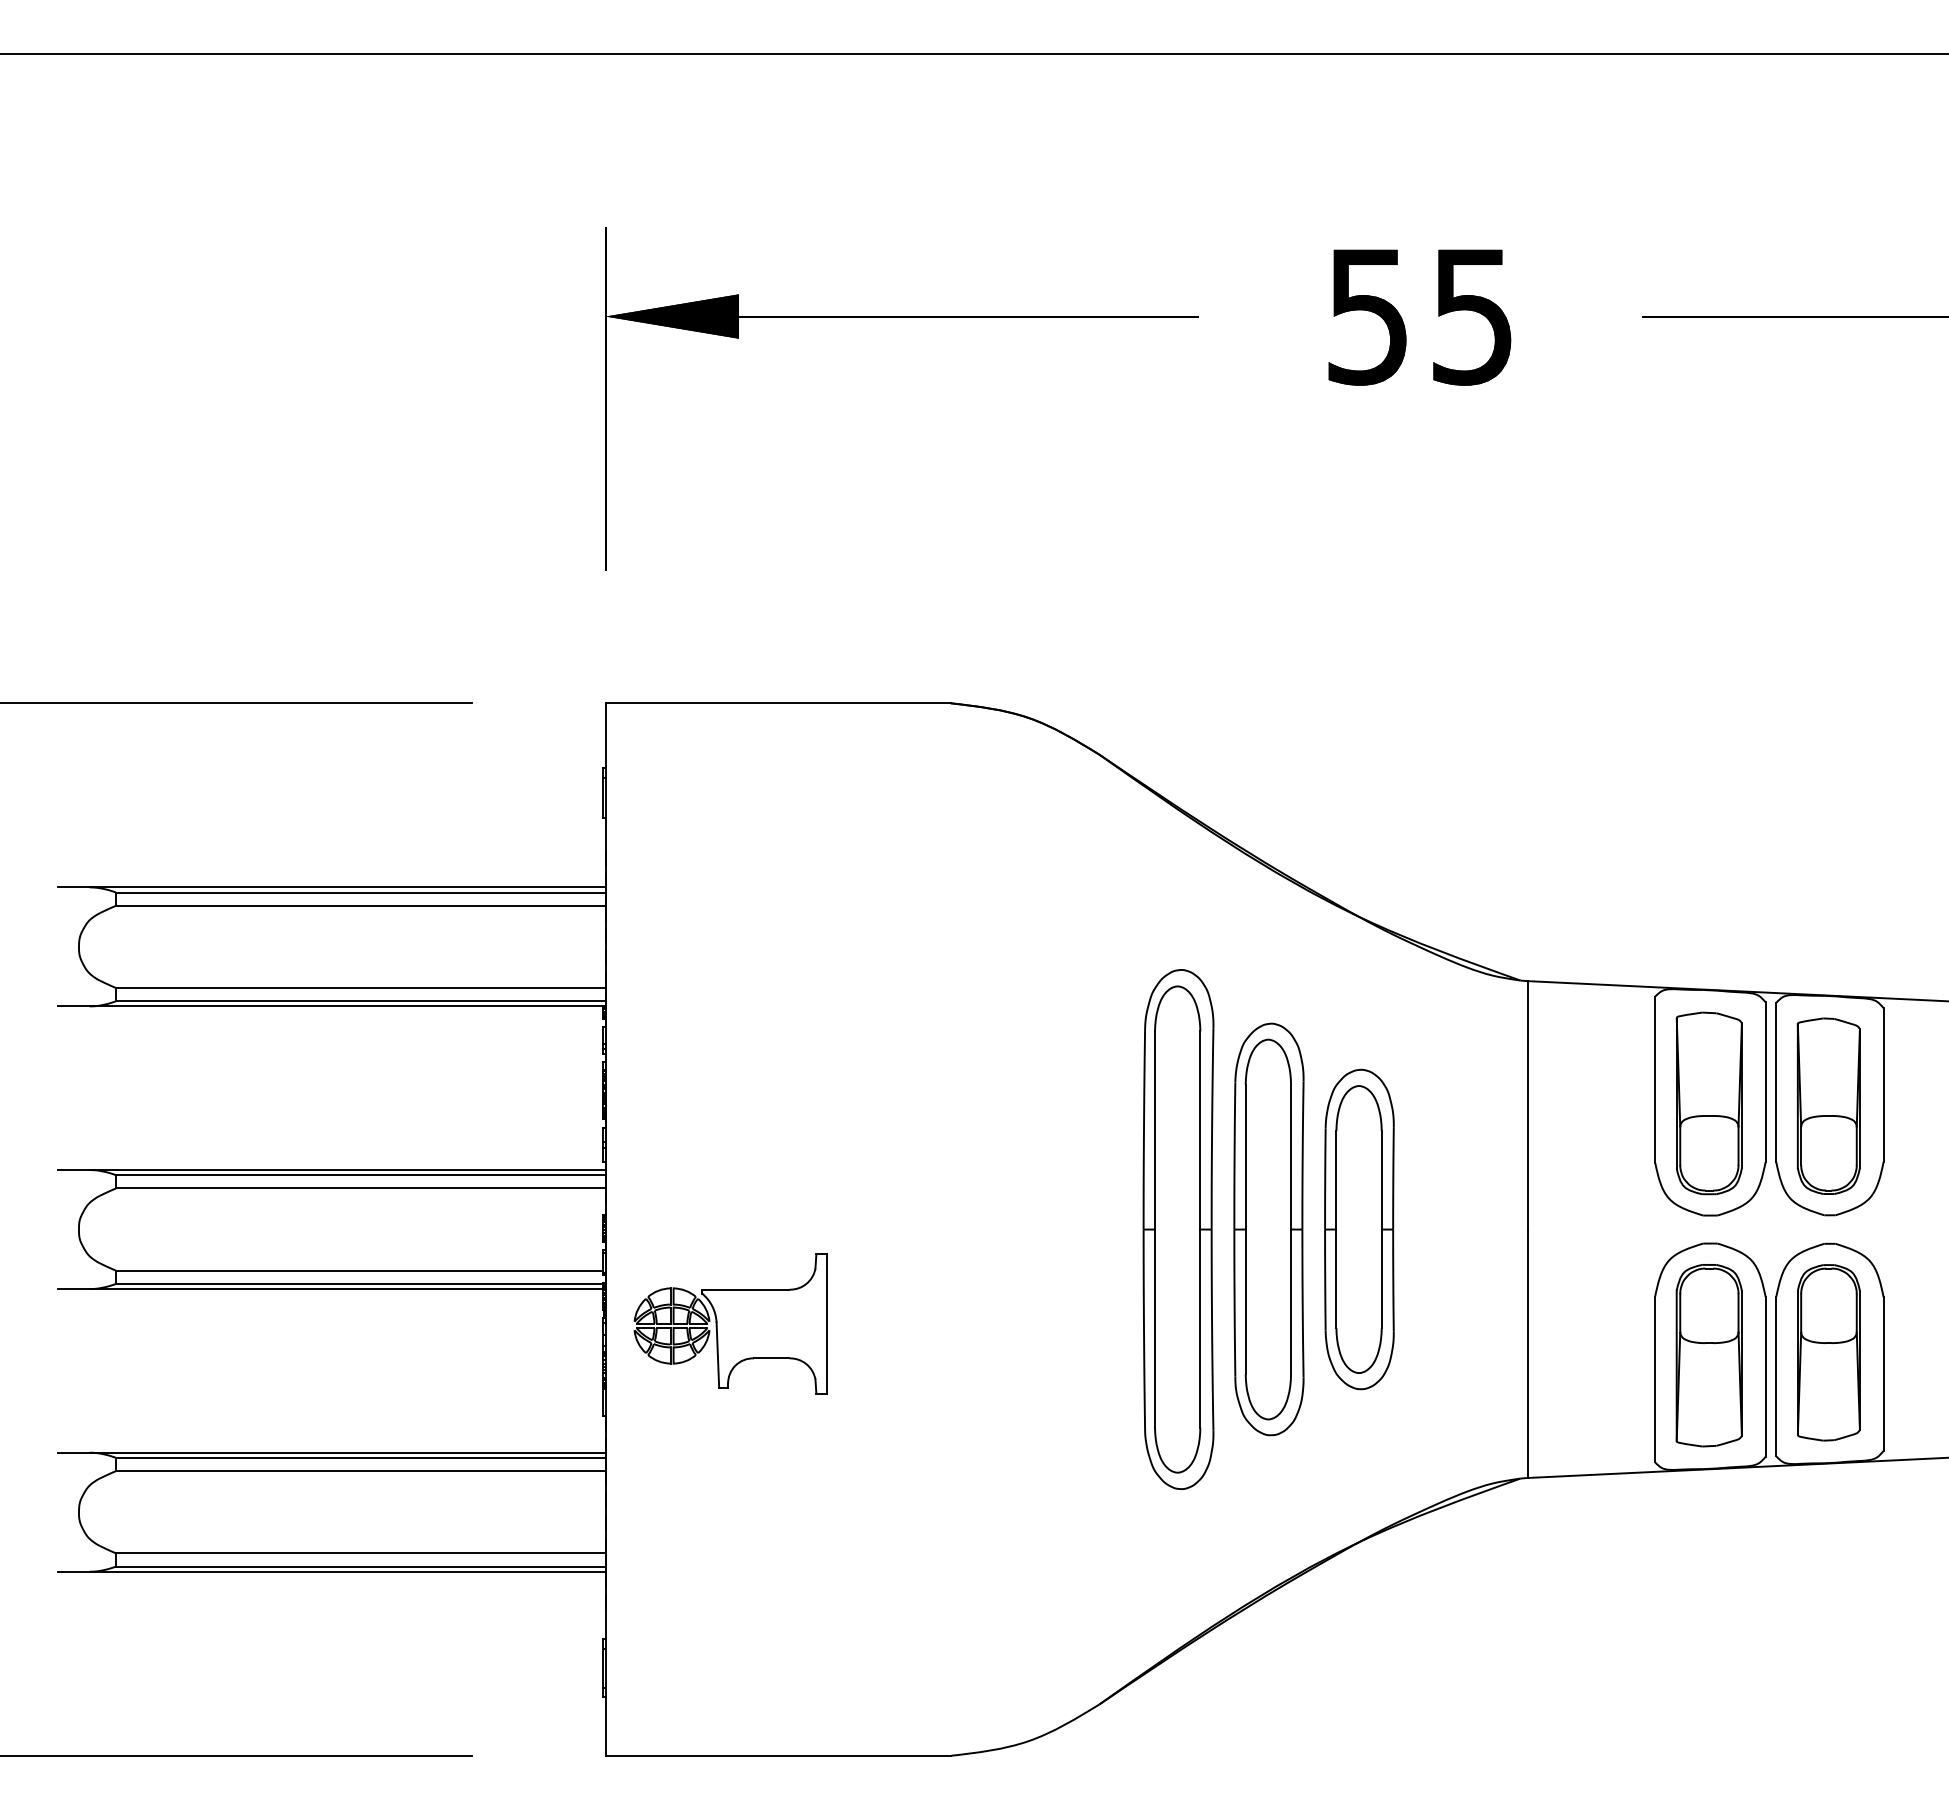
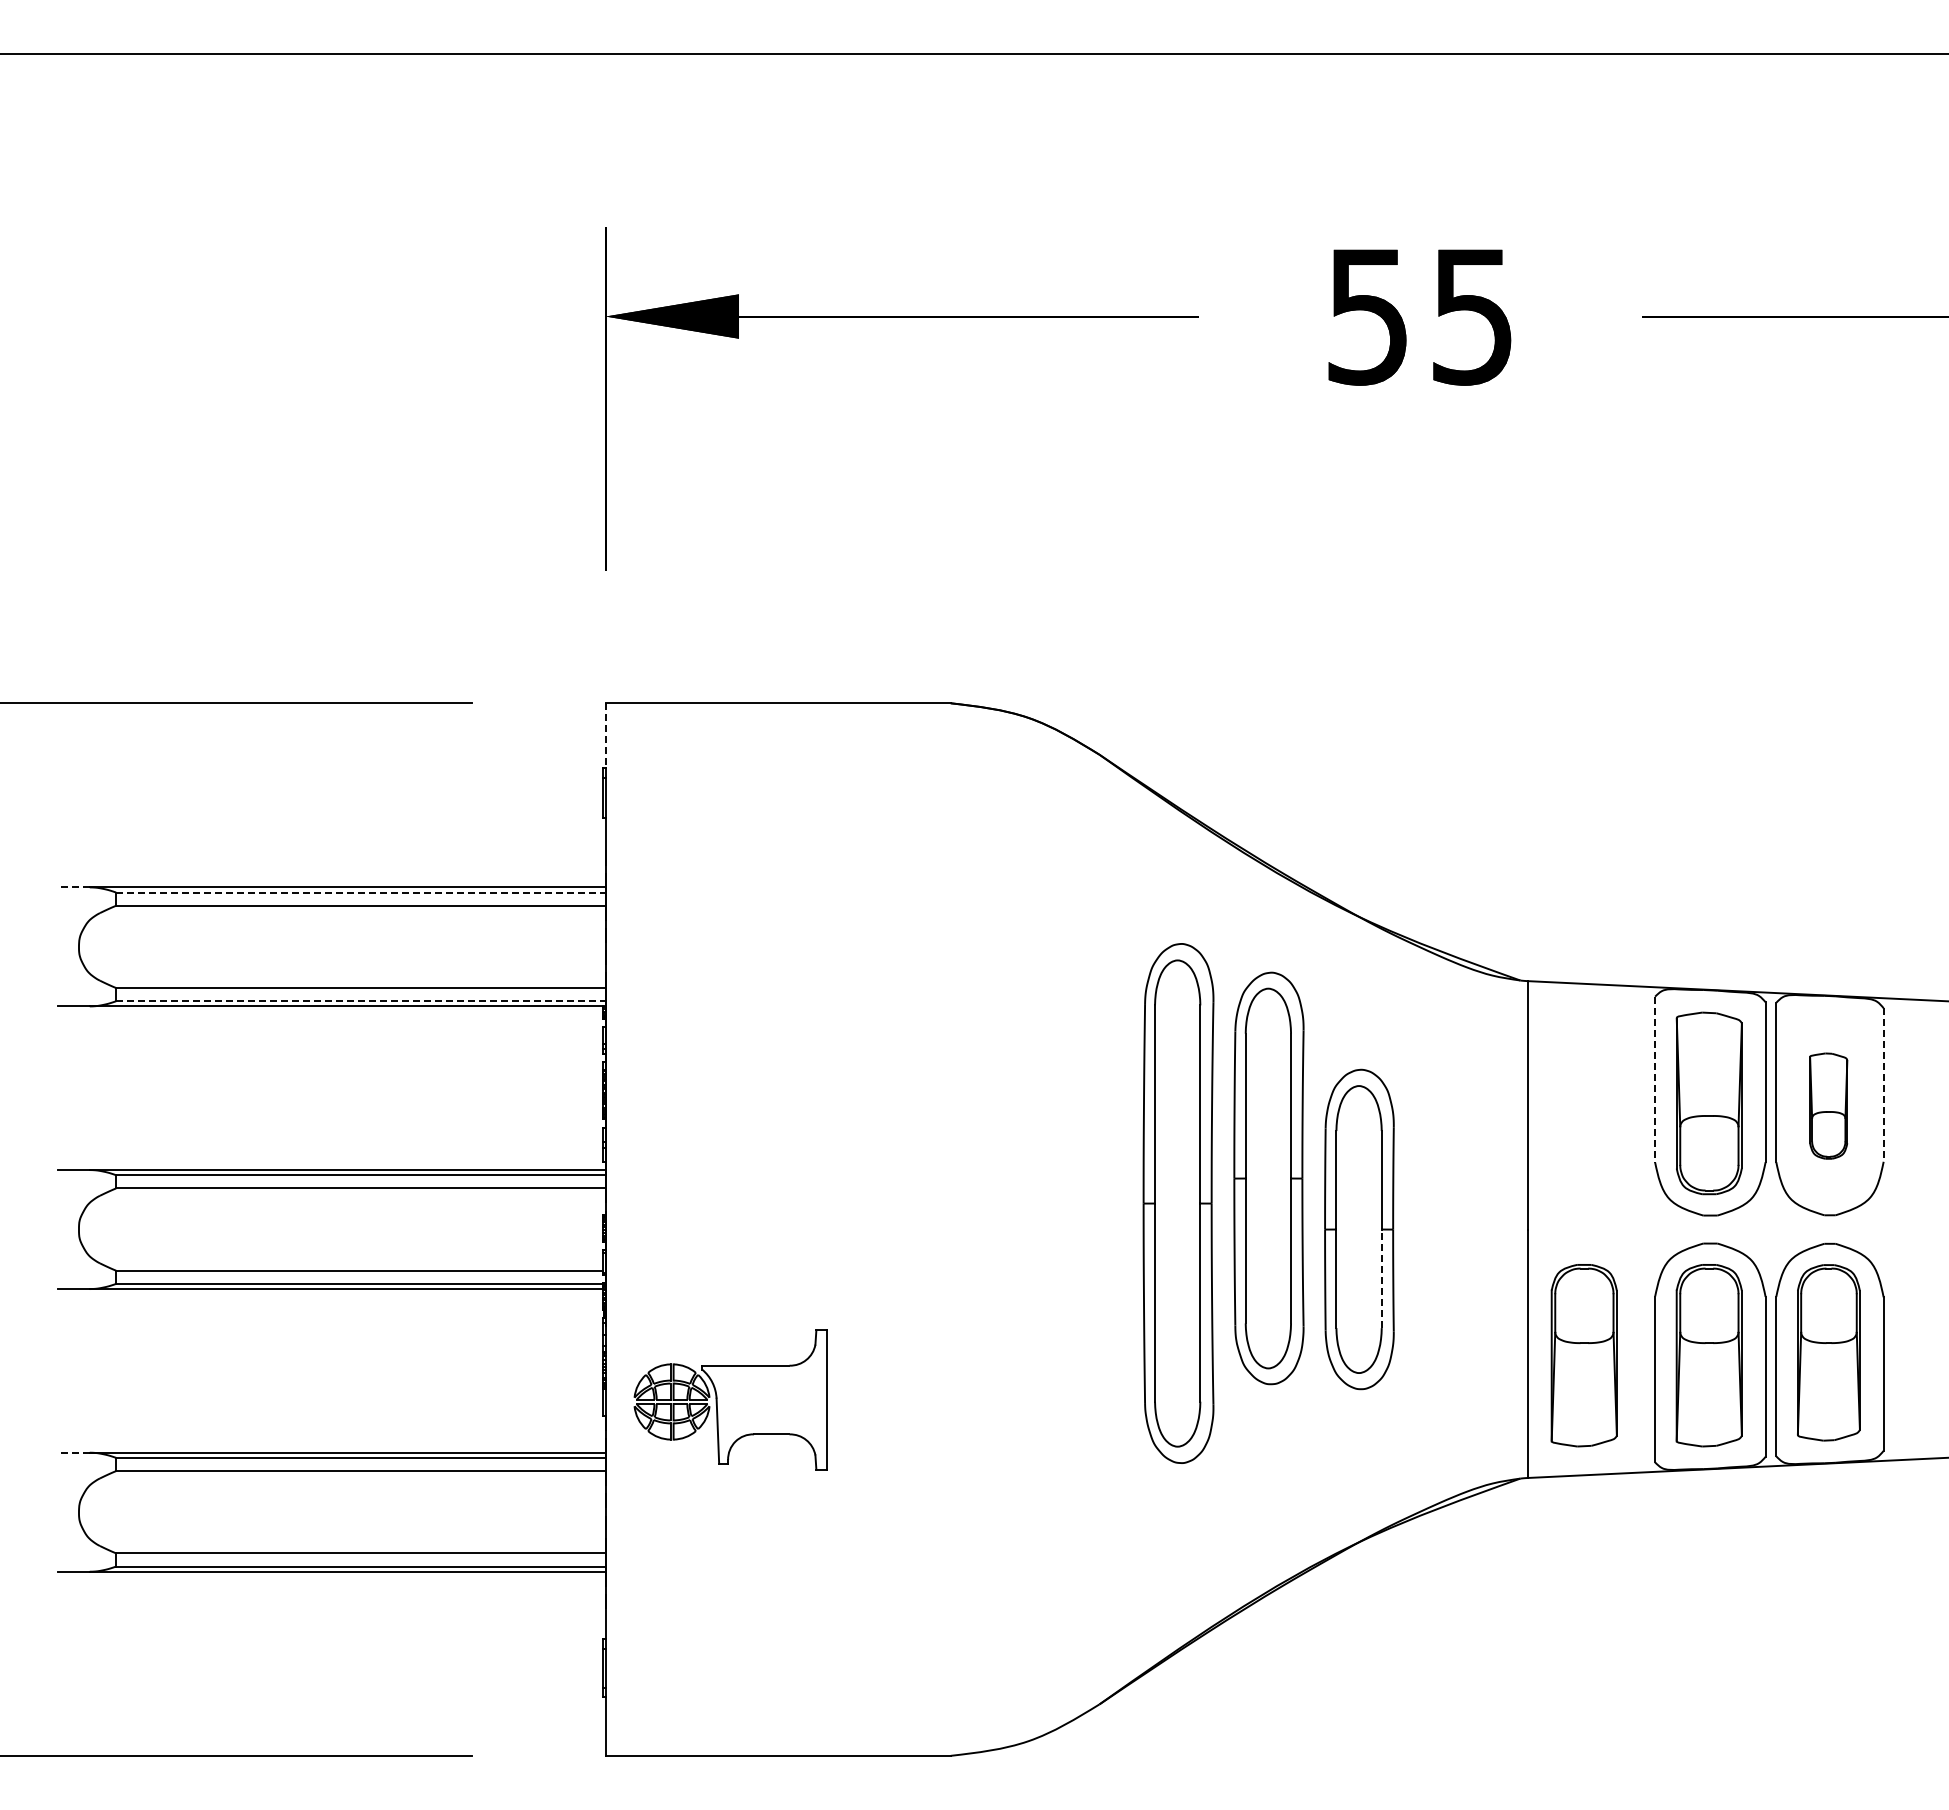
line at (605, 736): solid -> dashed
line at (74, 887): solid -> dashed
line at (360, 892): solid -> dashed
line at (360, 1001): solid -> dashed
line at (1655, 1079): solid -> dashed
line at (1883, 1085): solid -> dashed
part at (1828, 1105) size: 65x178 px -> 40x108 px
part at (1178, 1229) position: (1178, 1229) -> (1178, 1203)
part at (1268, 1229) position: (1268, 1229) -> (1268, 1178)
line at (1381, 1278): solid -> dashed
part at (730, 1323) position: (730, 1323) -> (730, 1399)
part at (1583, 1355): none -> present
line at (74, 1452): solid -> dashed
